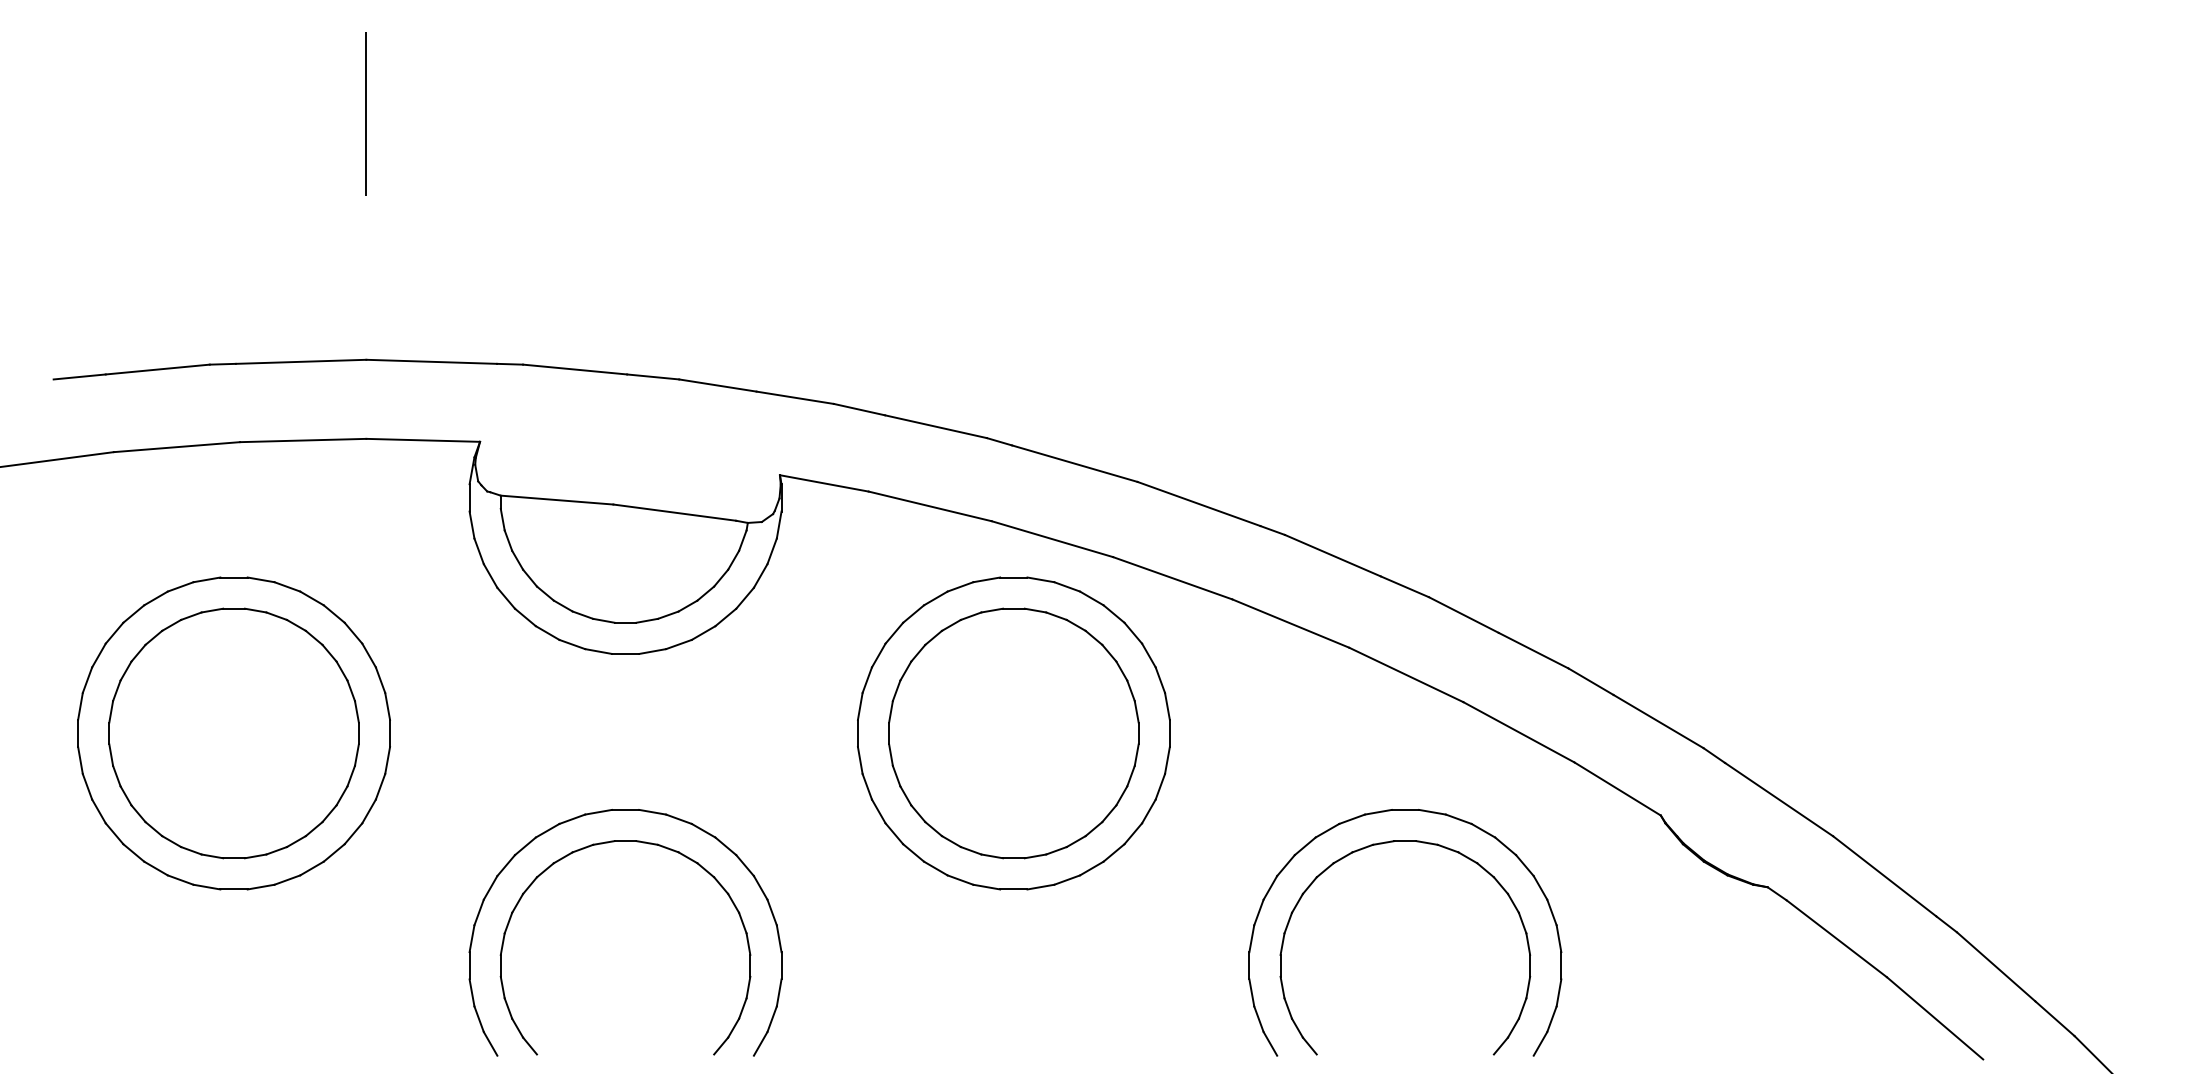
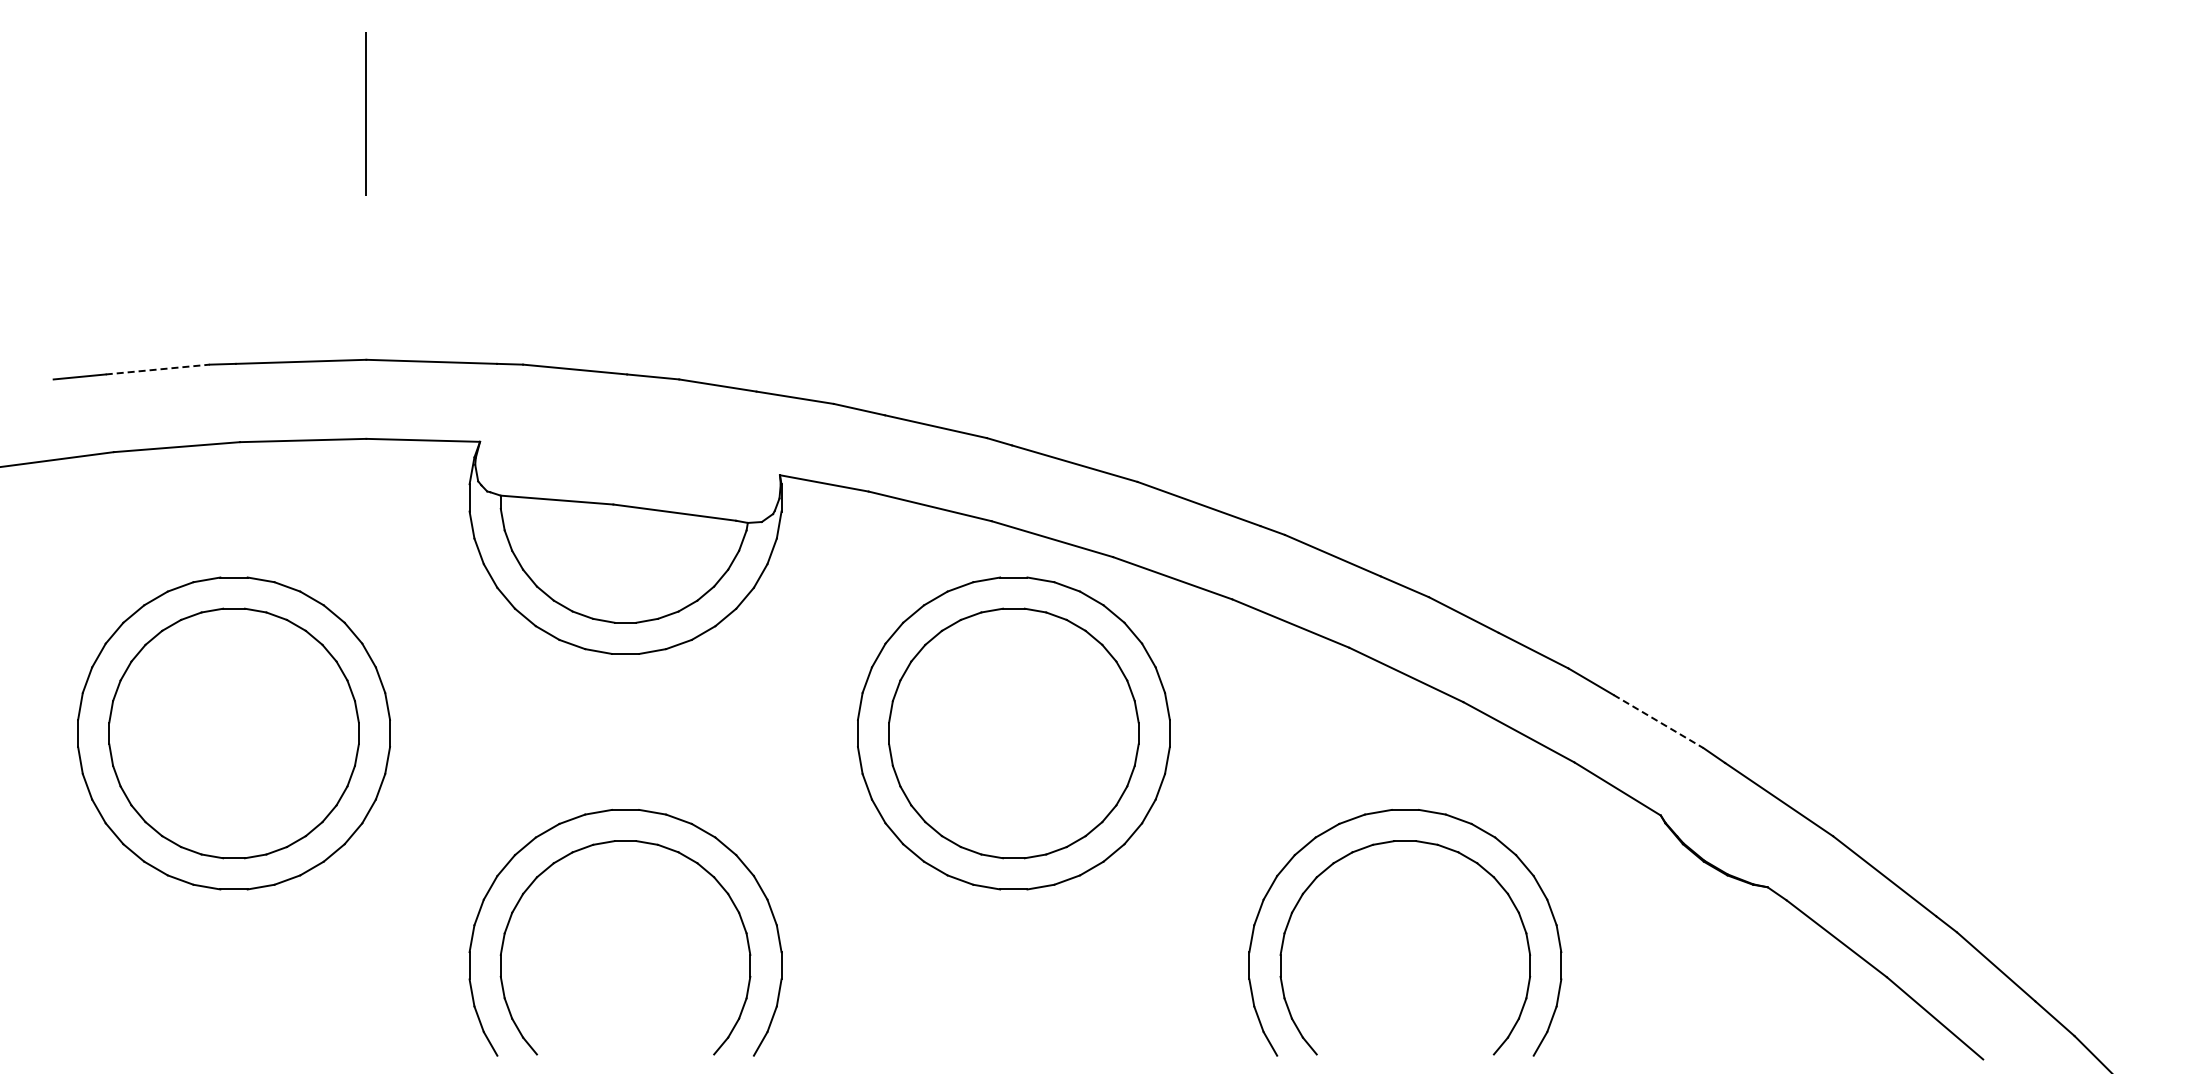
line at (158, 369): solid -> dashed
line at (1659, 721): solid -> dashed
